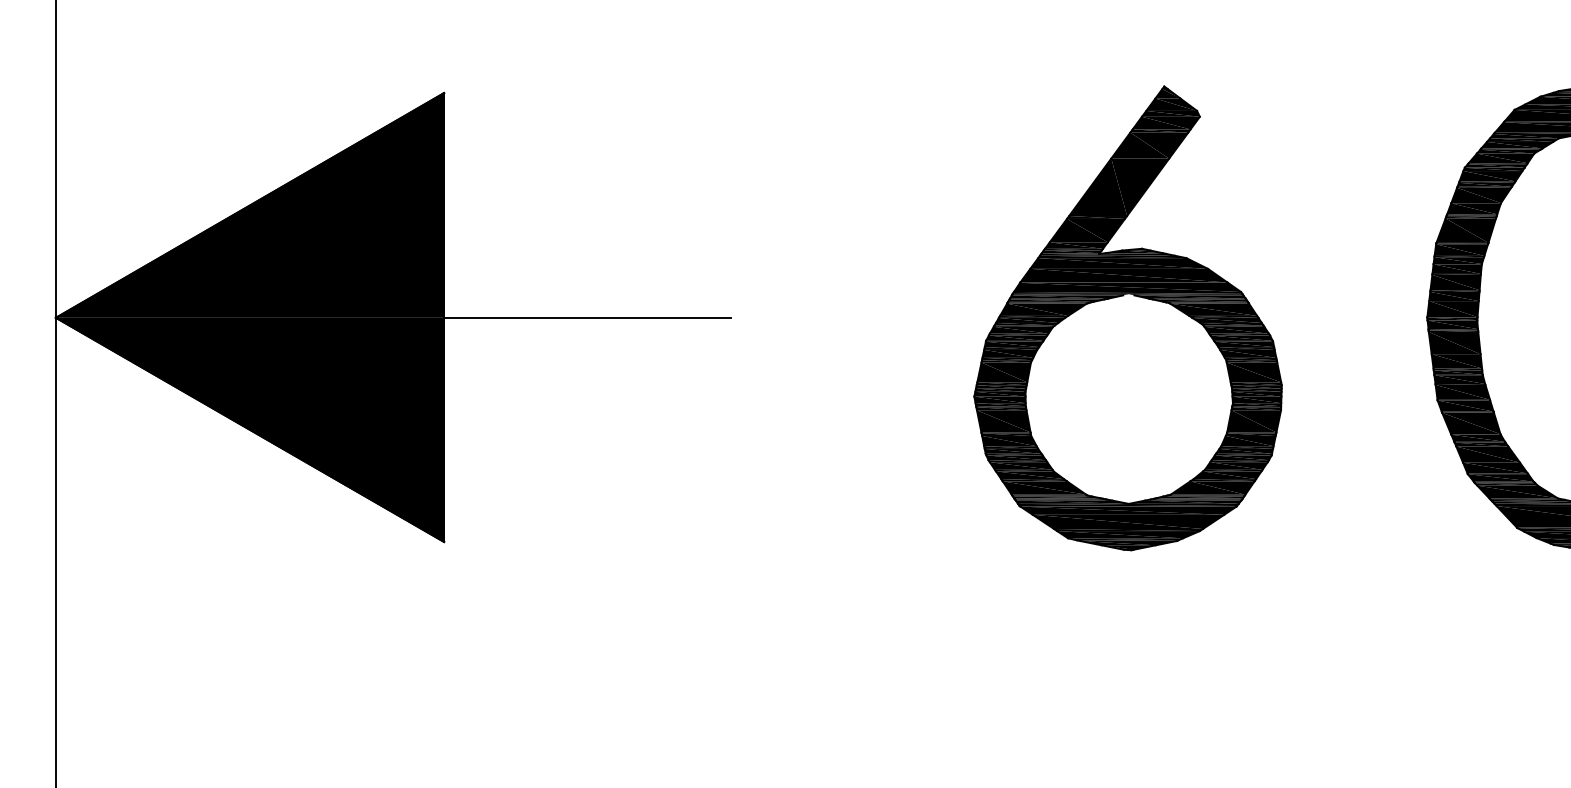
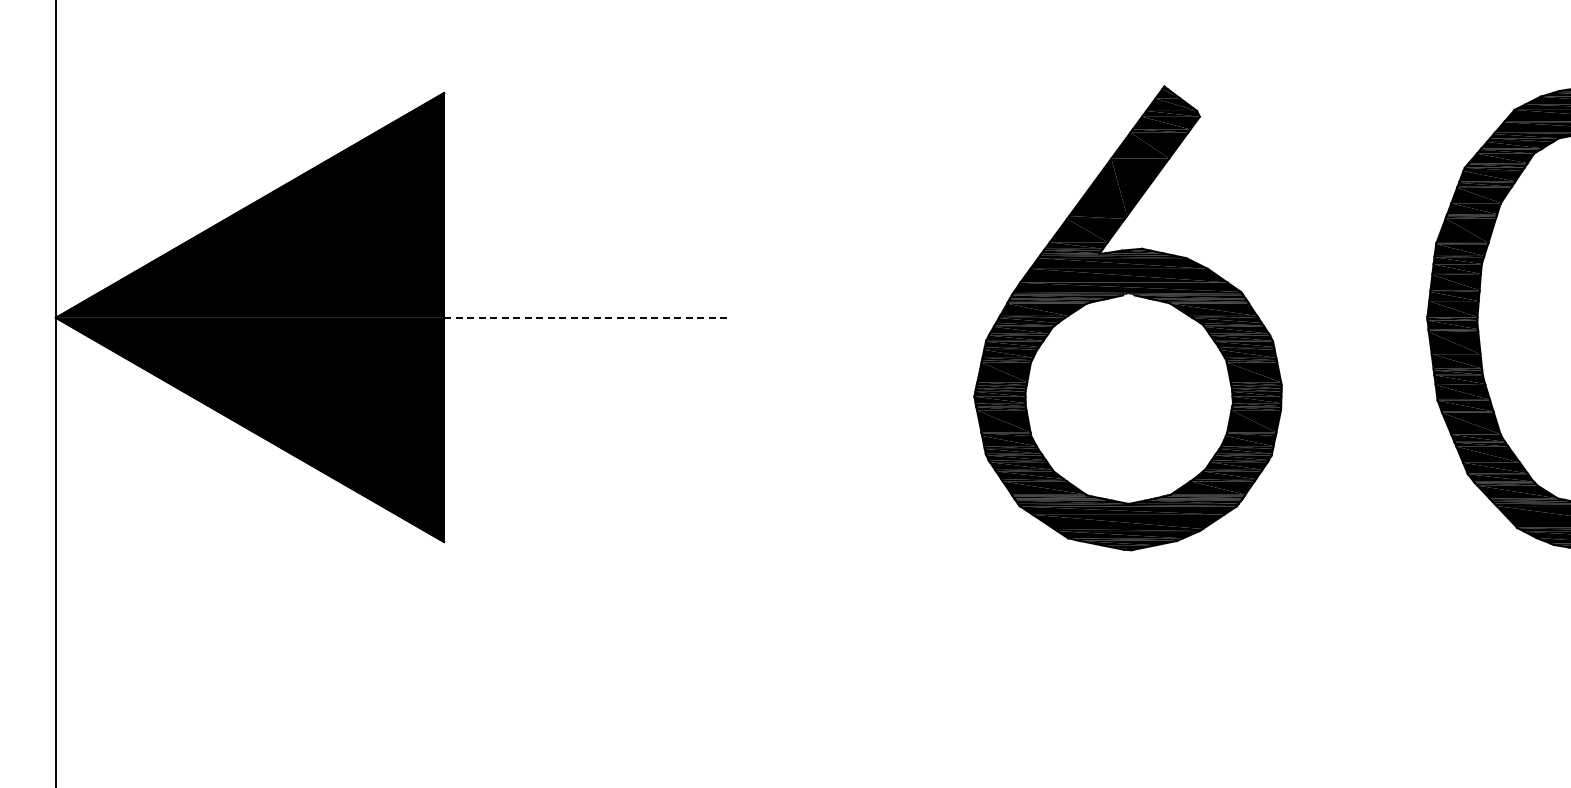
line at (588, 317): solid -> dashed
